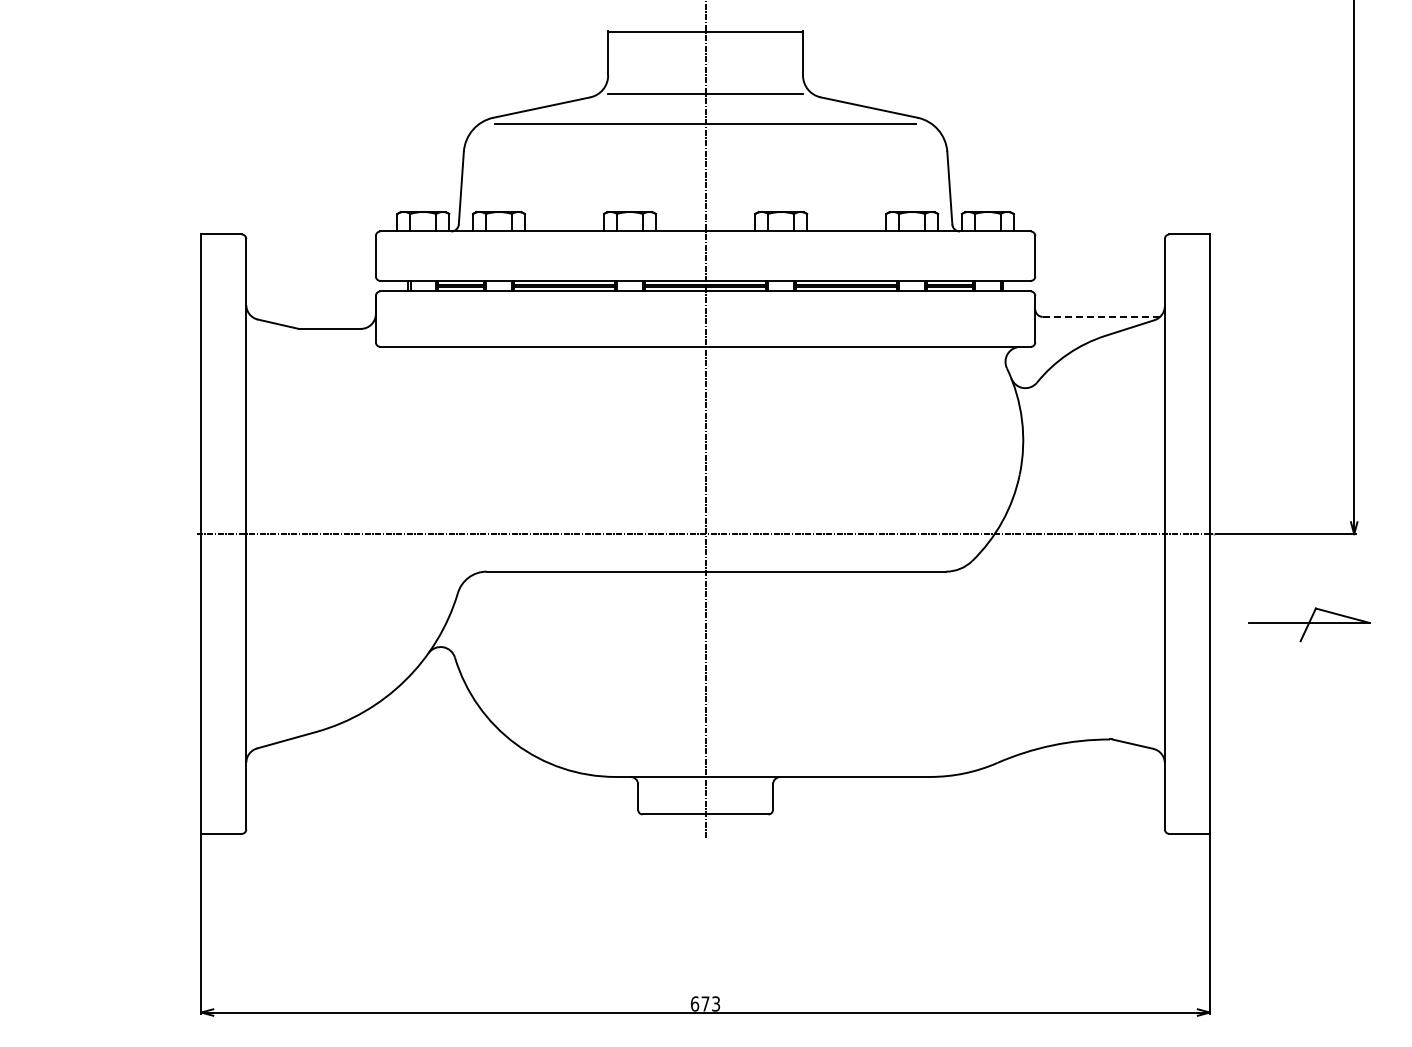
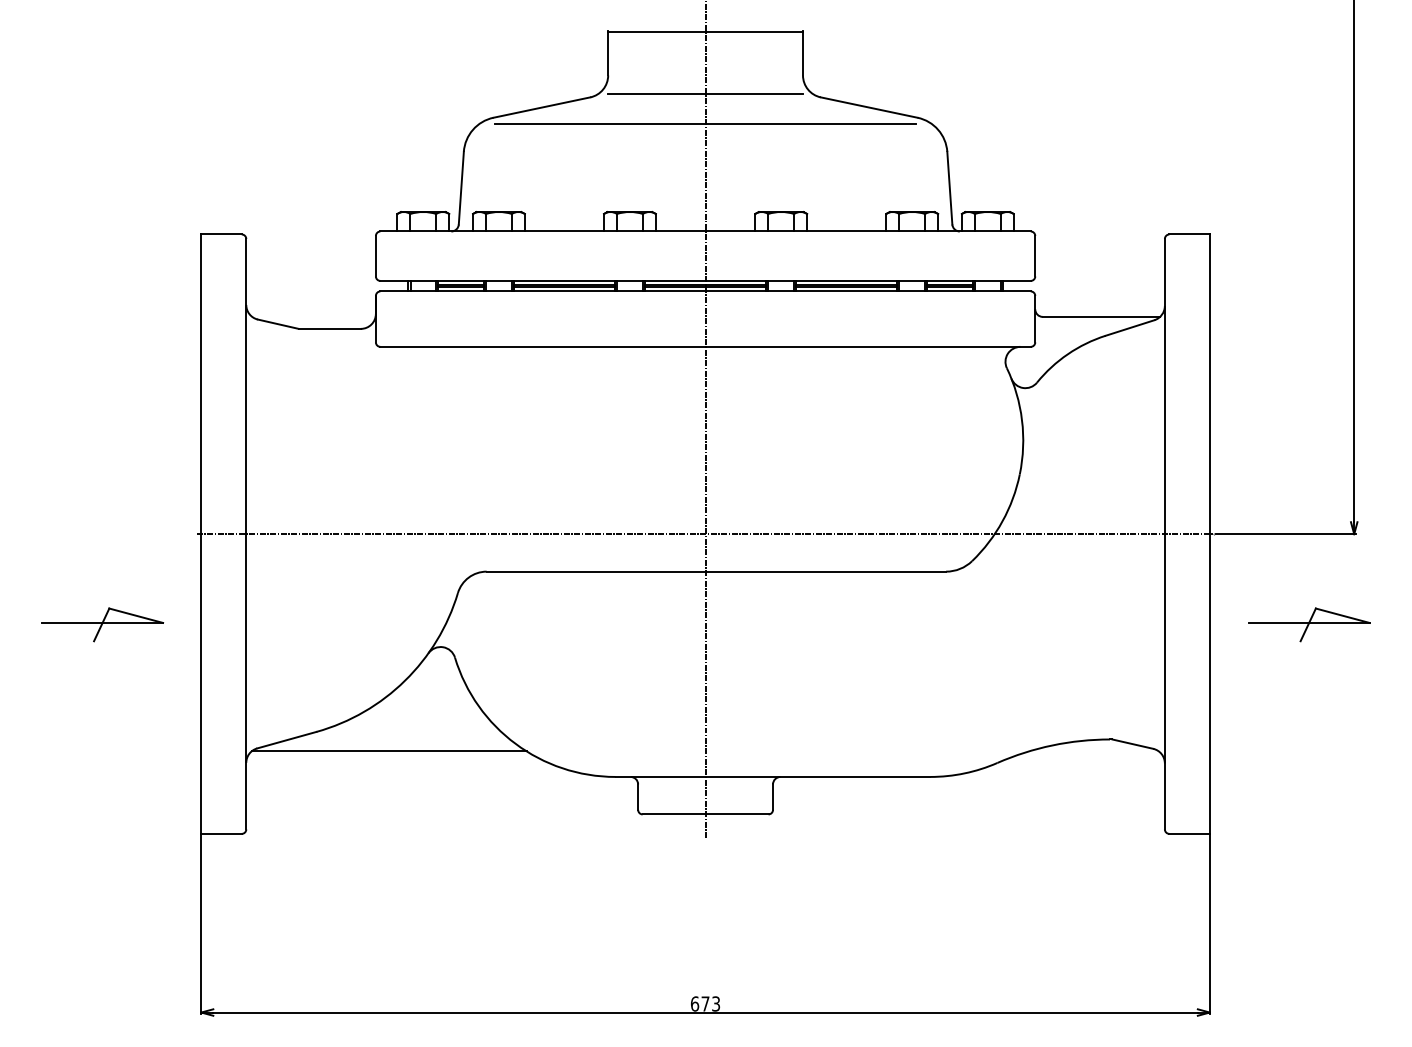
line at (1101, 316): dashed -> solid
part at (102, 624): none -> present
line at (388, 751): none -> present
